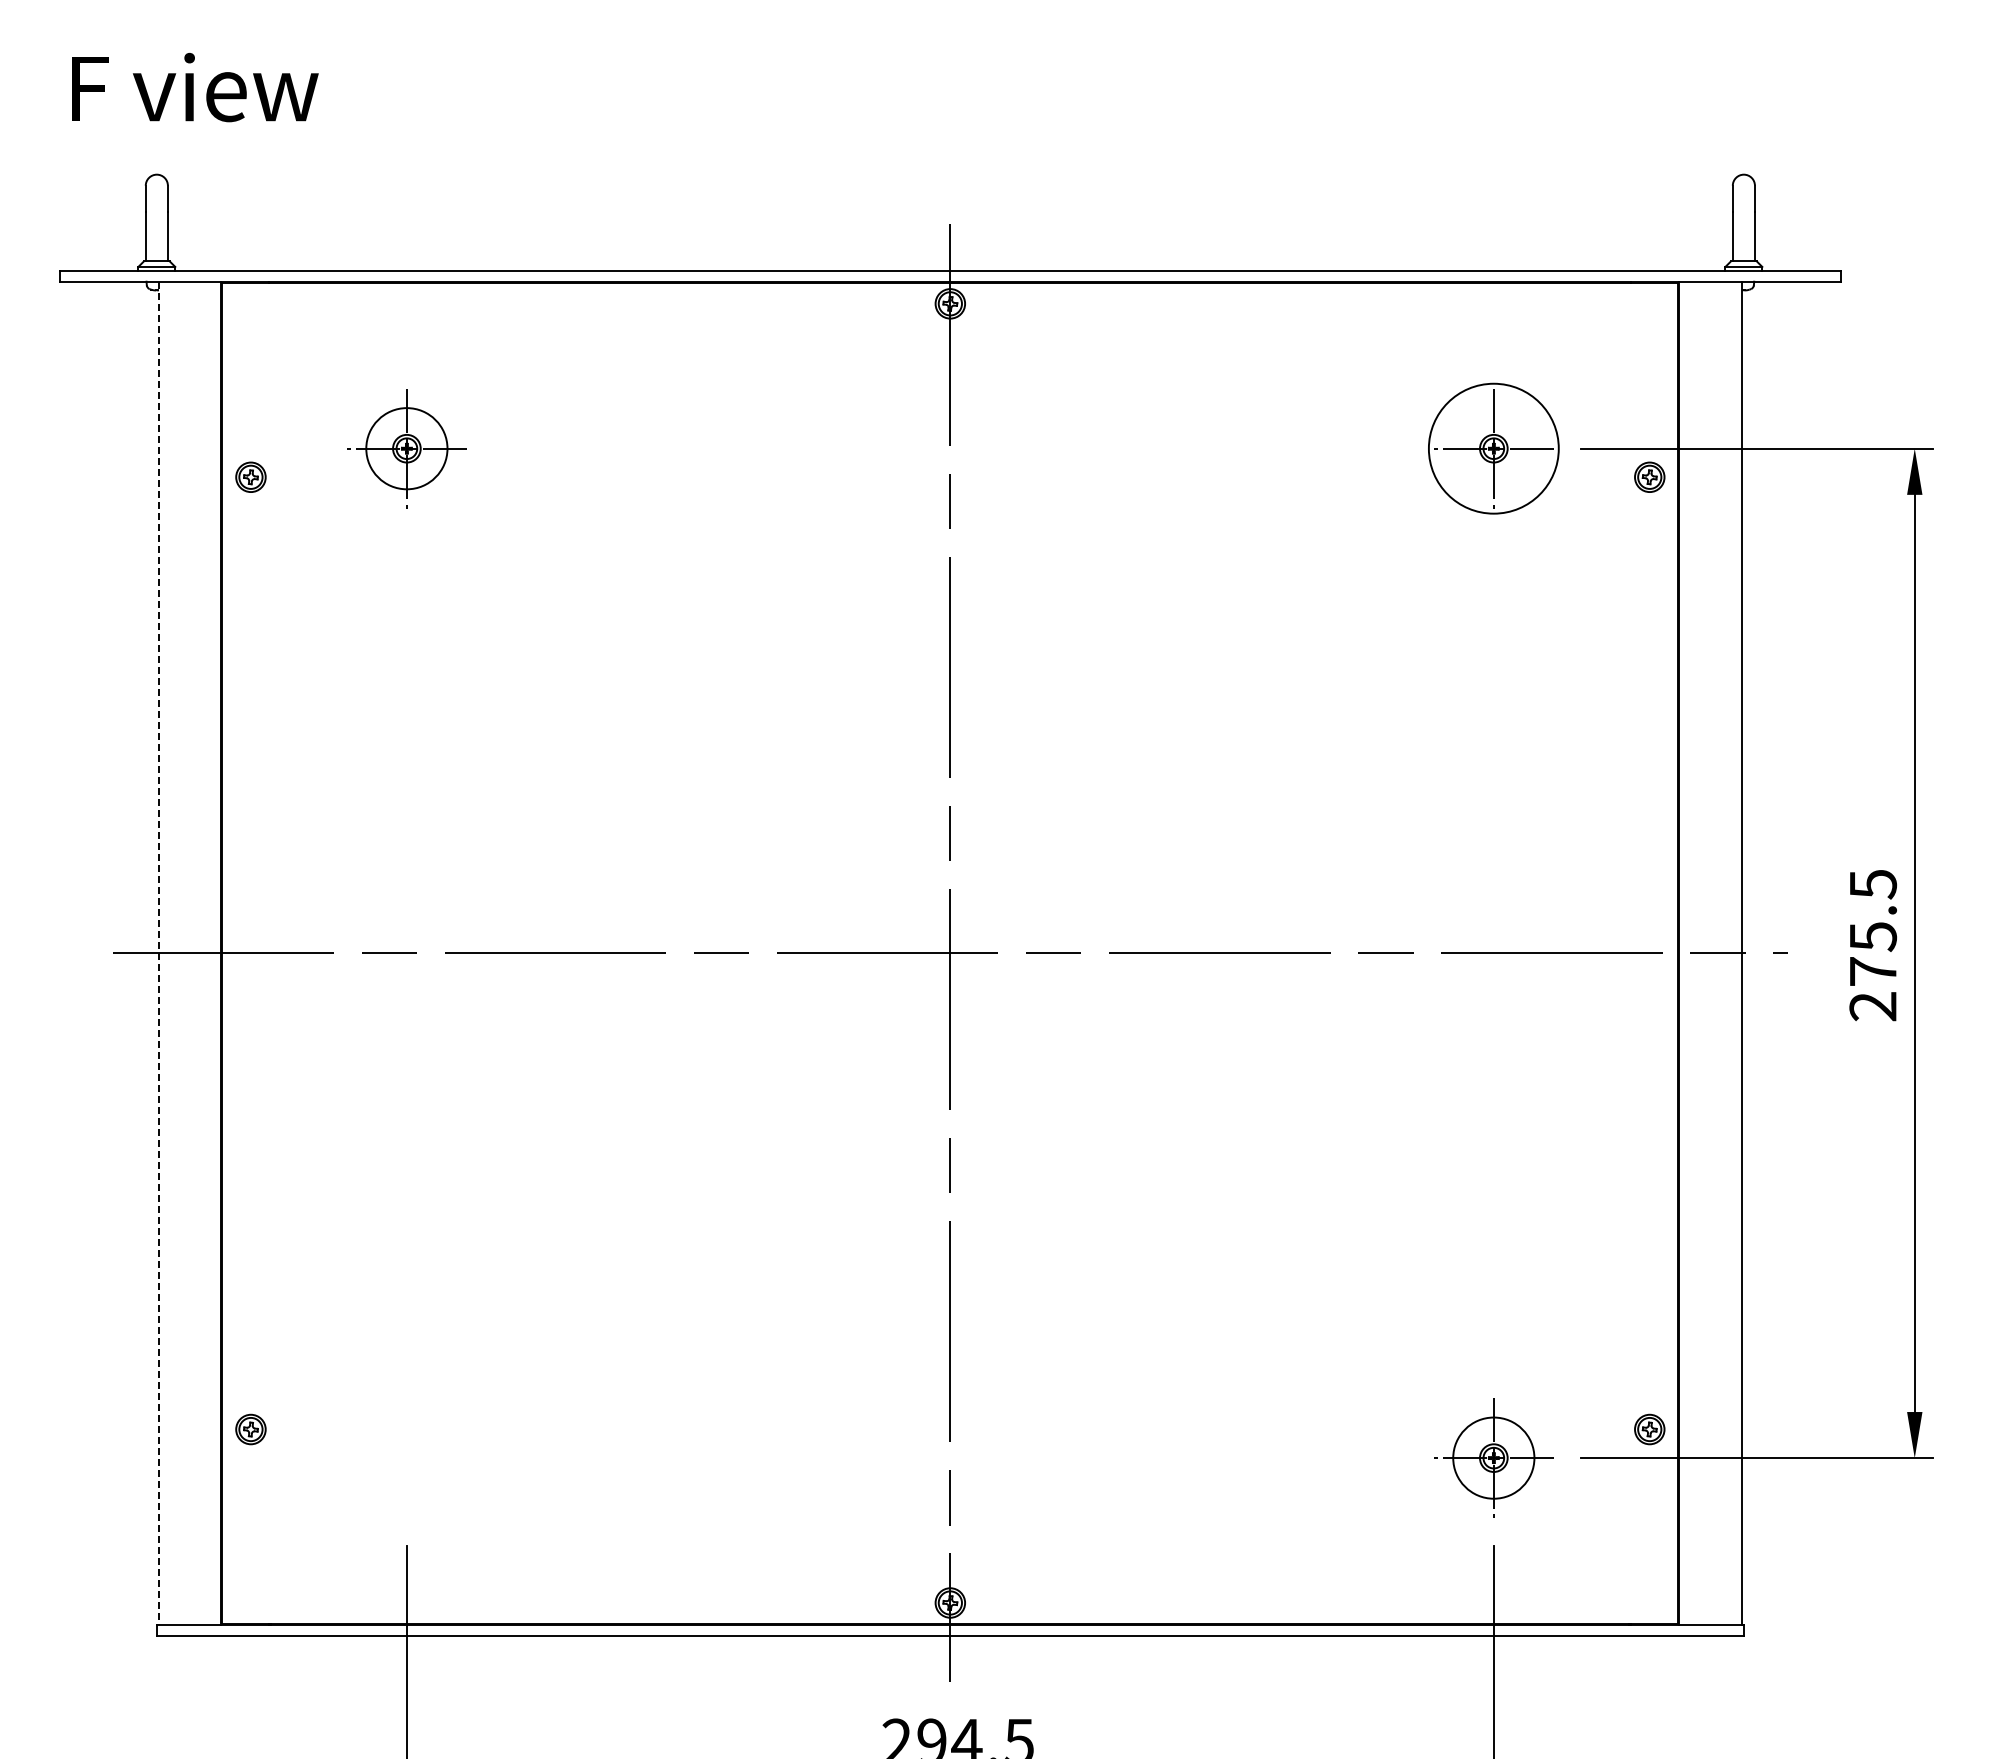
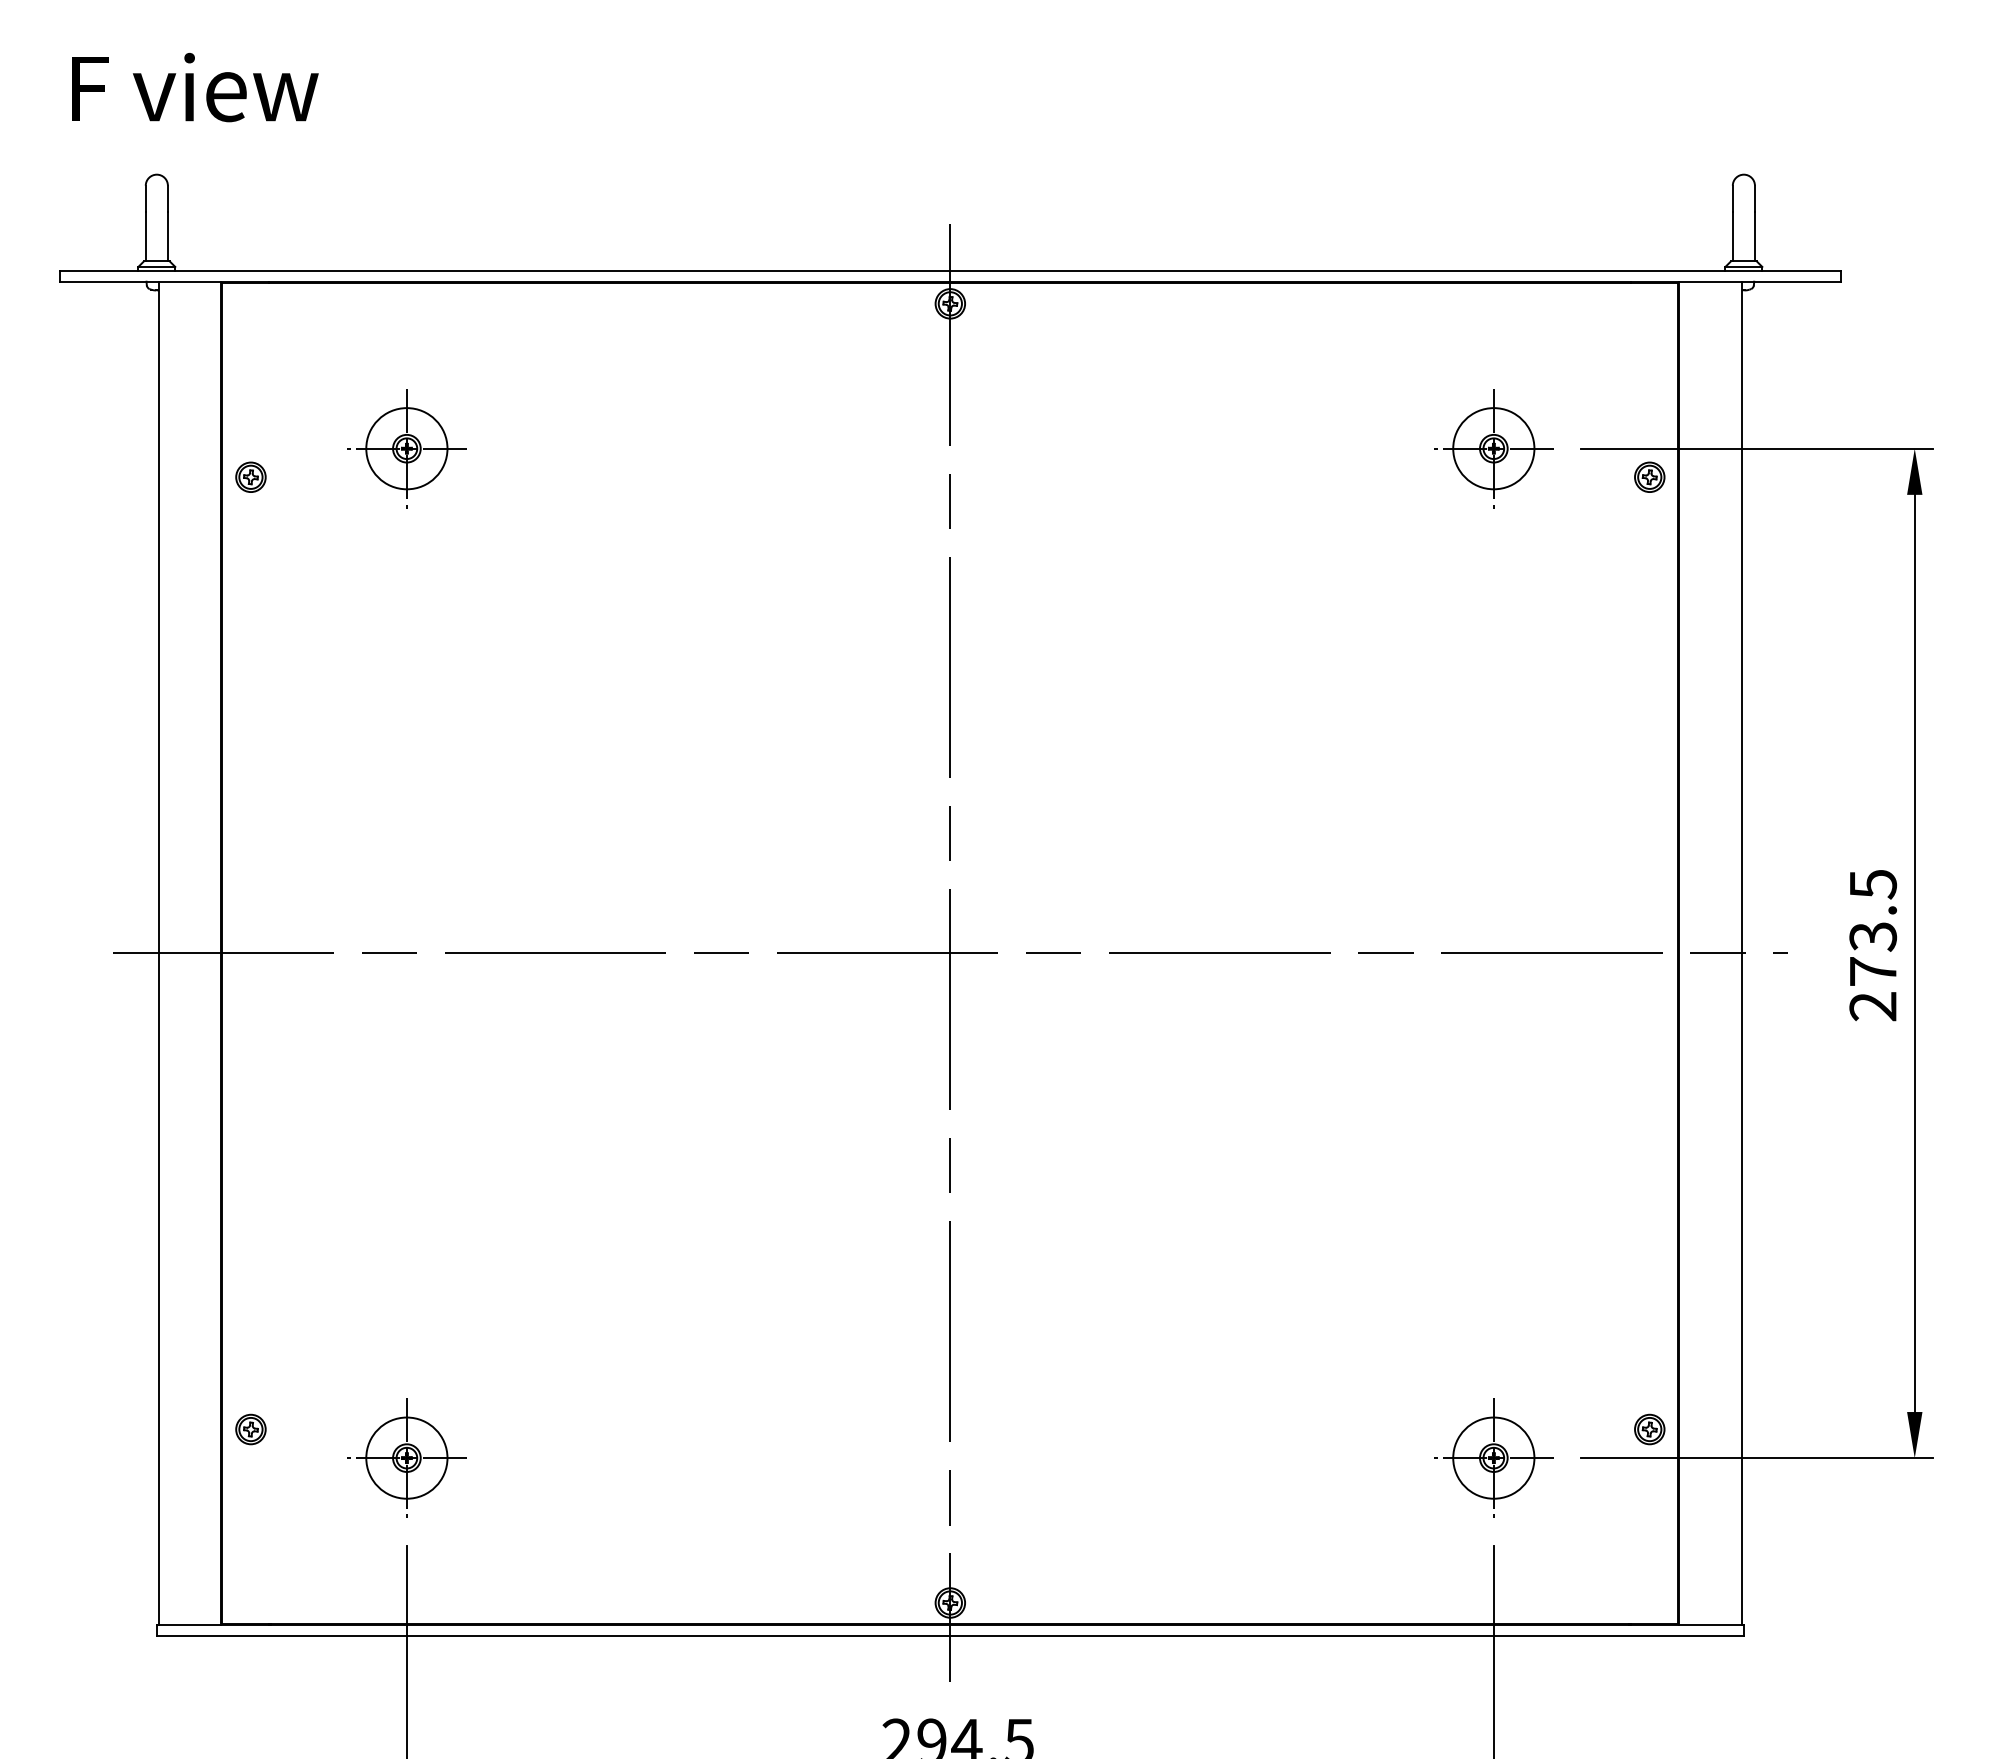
circle at (1493, 448) diameter: 130 px -> 81 px
text at (1872, 936): 275.5 -> 273.5
line at (158, 953): dashed -> solid
part at (406, 1457): none -> present
